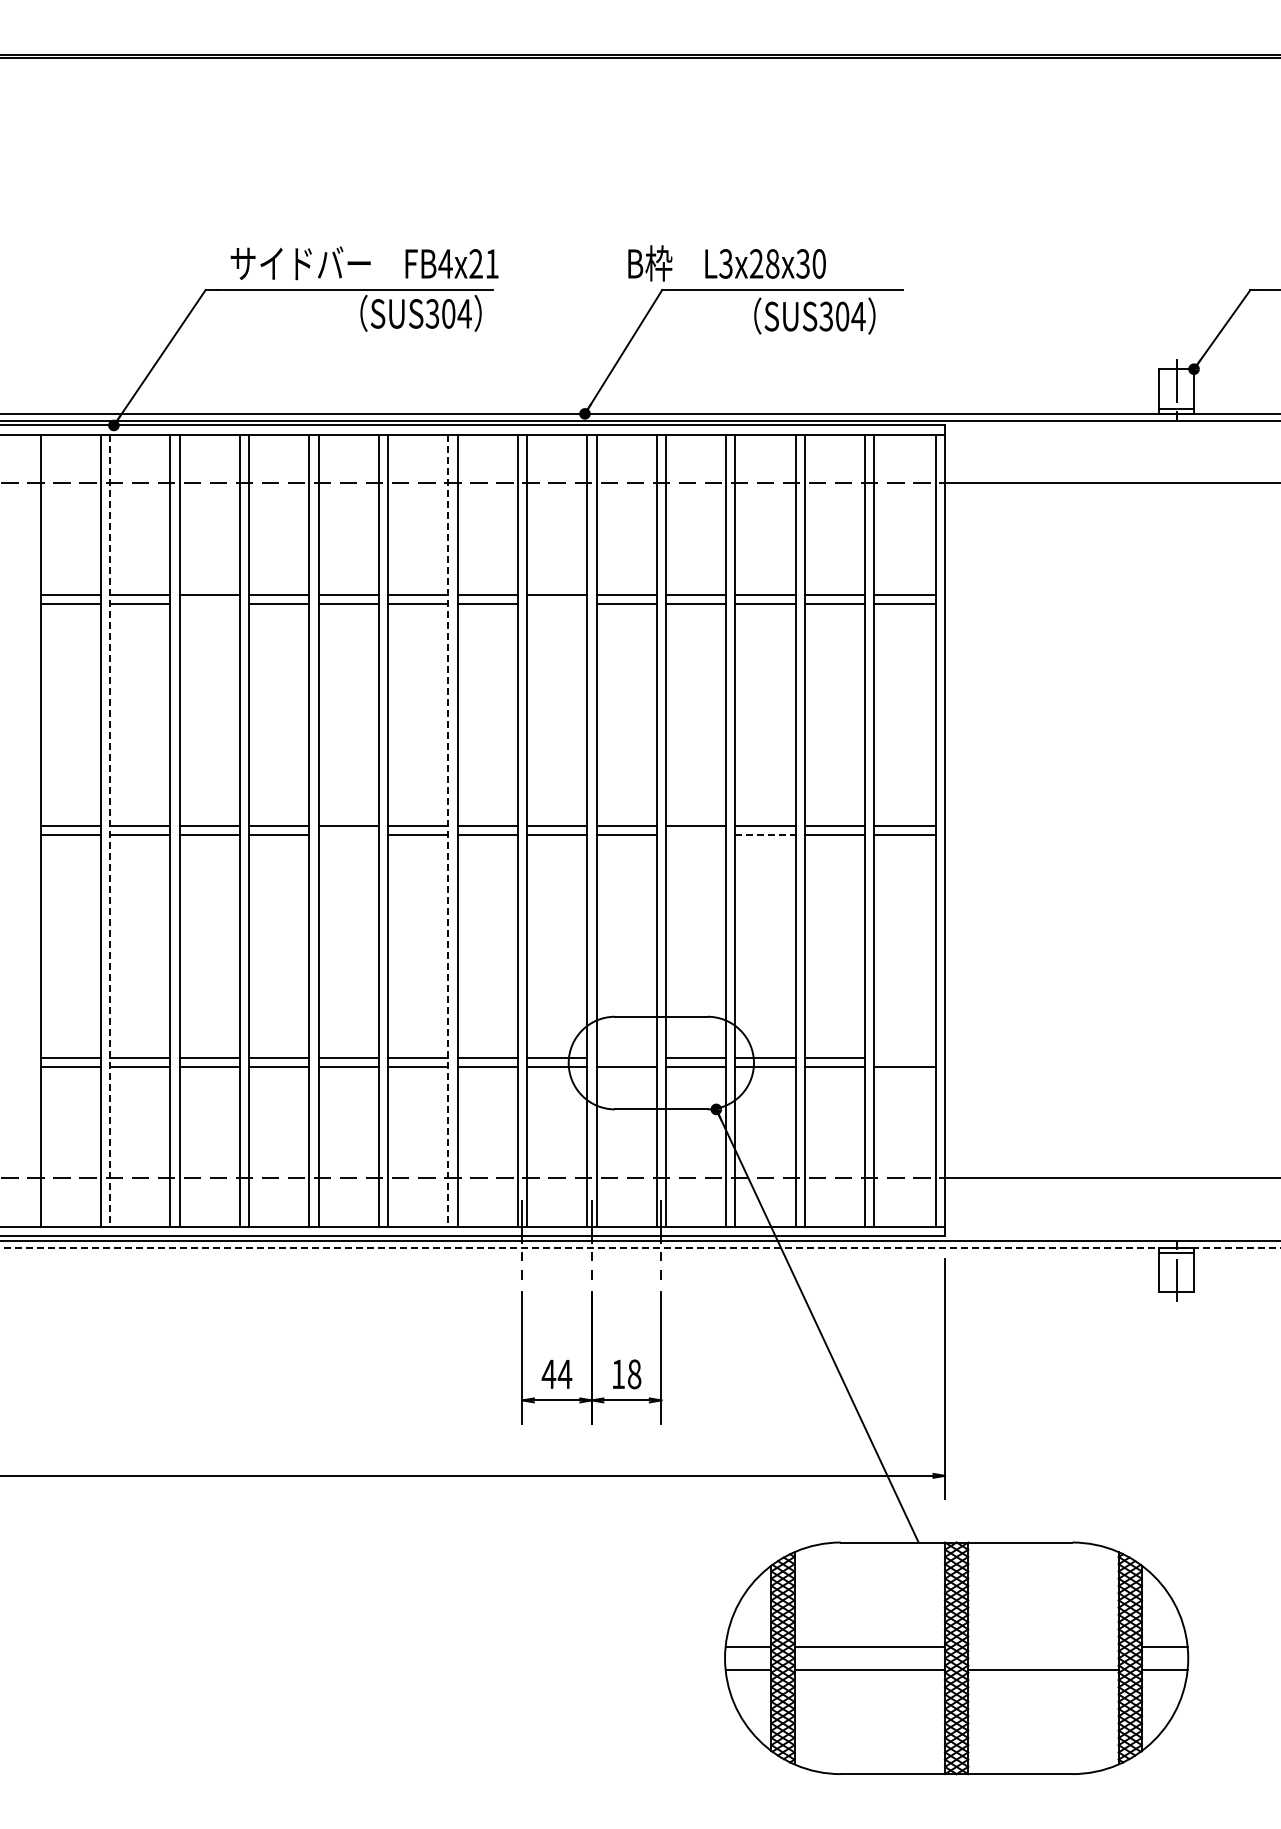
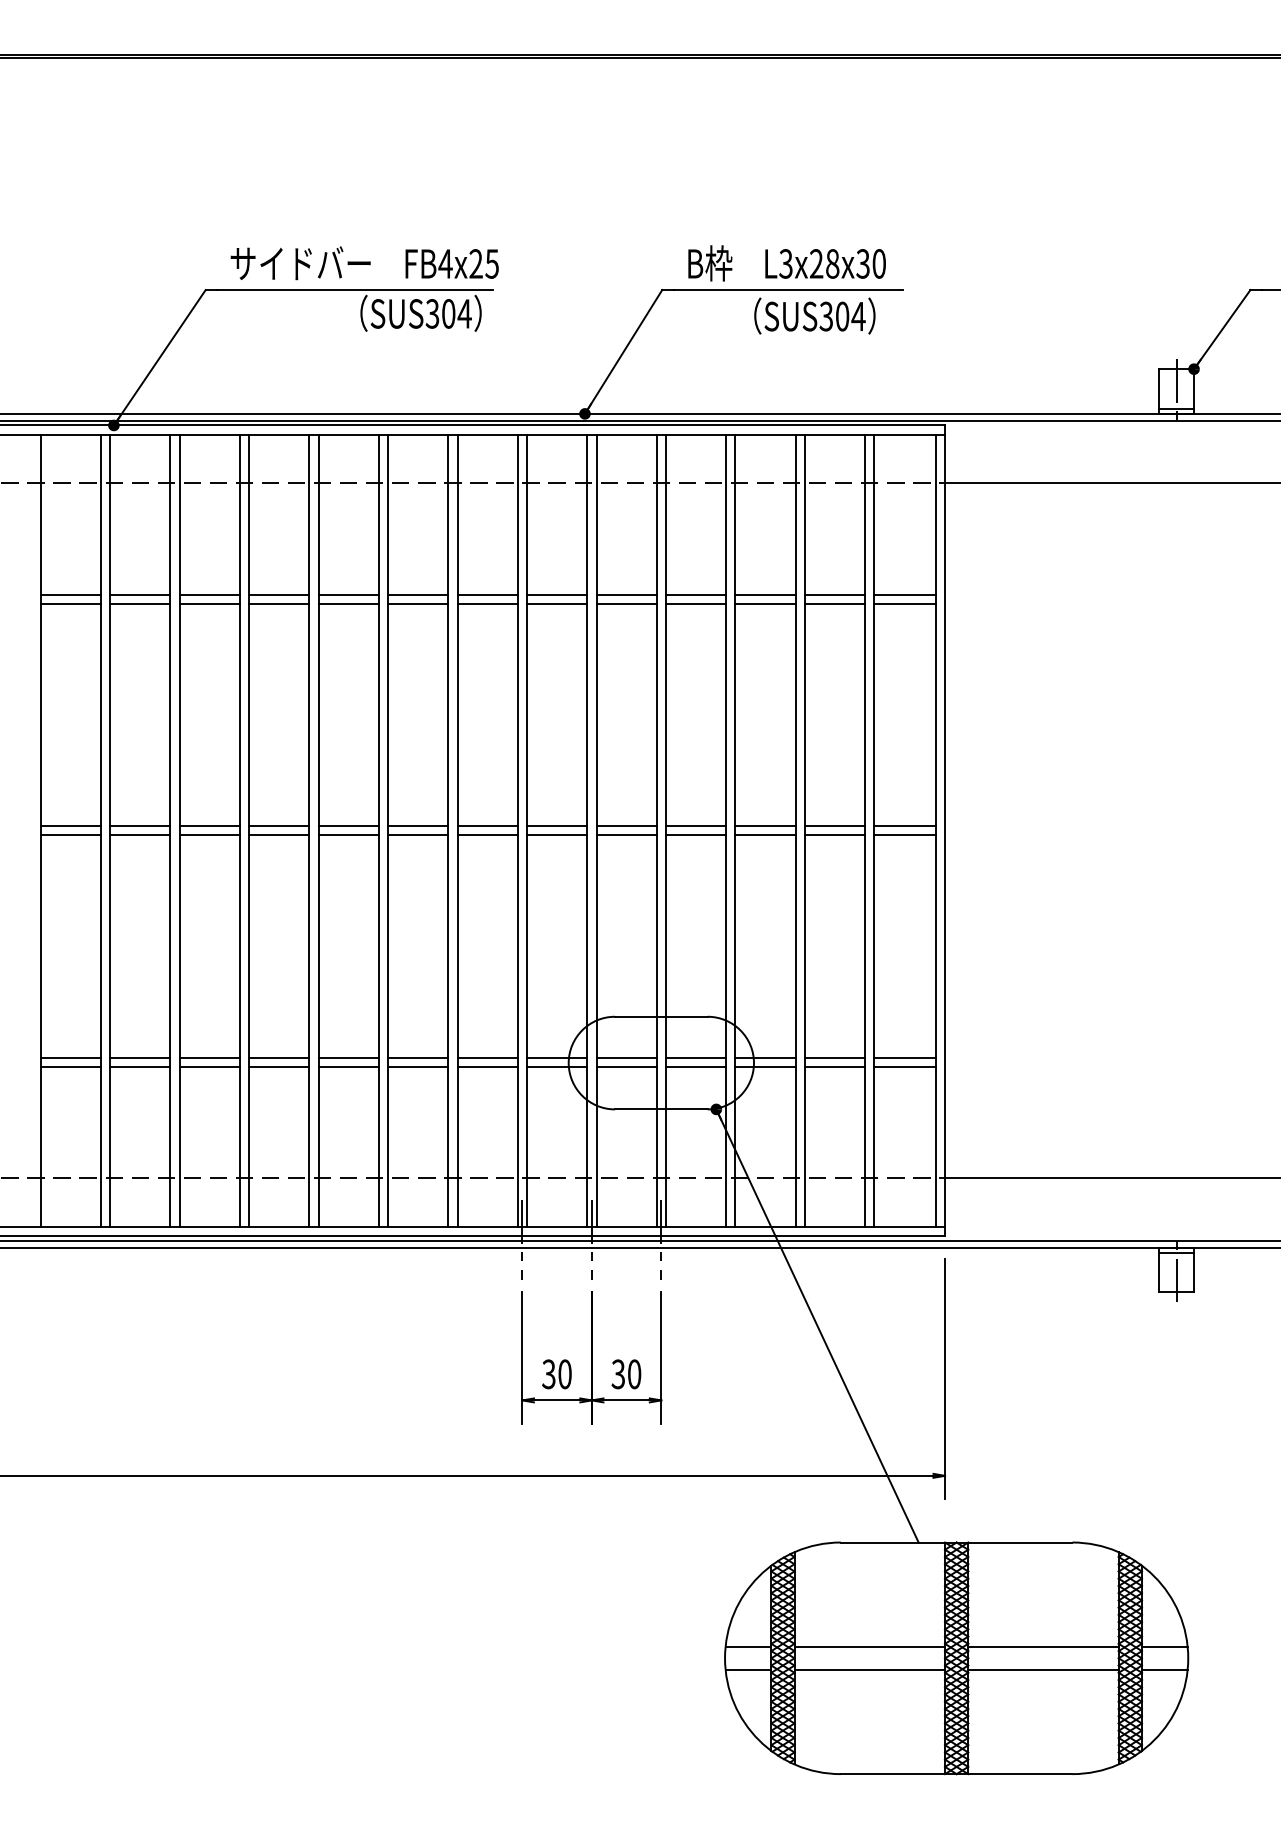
text at (491, 263): FB4x21 -> FB4x25
text at (726, 263) position: (726, 263) -> (786, 263)
line at (209, 603): none -> present
line at (557, 603): none -> present
line at (110, 831): dashed -> solid
line at (448, 831): dashed -> solid
line at (348, 835): none -> present
line at (695, 835): none -> present
line at (766, 835): dashed -> solid
line at (626, 1057): none -> present
line at (904, 1057): none -> present
line at (640, 1247): dashed -> solid
text at (556, 1374): 44 -> 30
text at (626, 1374): 18 -> 30
line at (1043, 1646): none -> present
